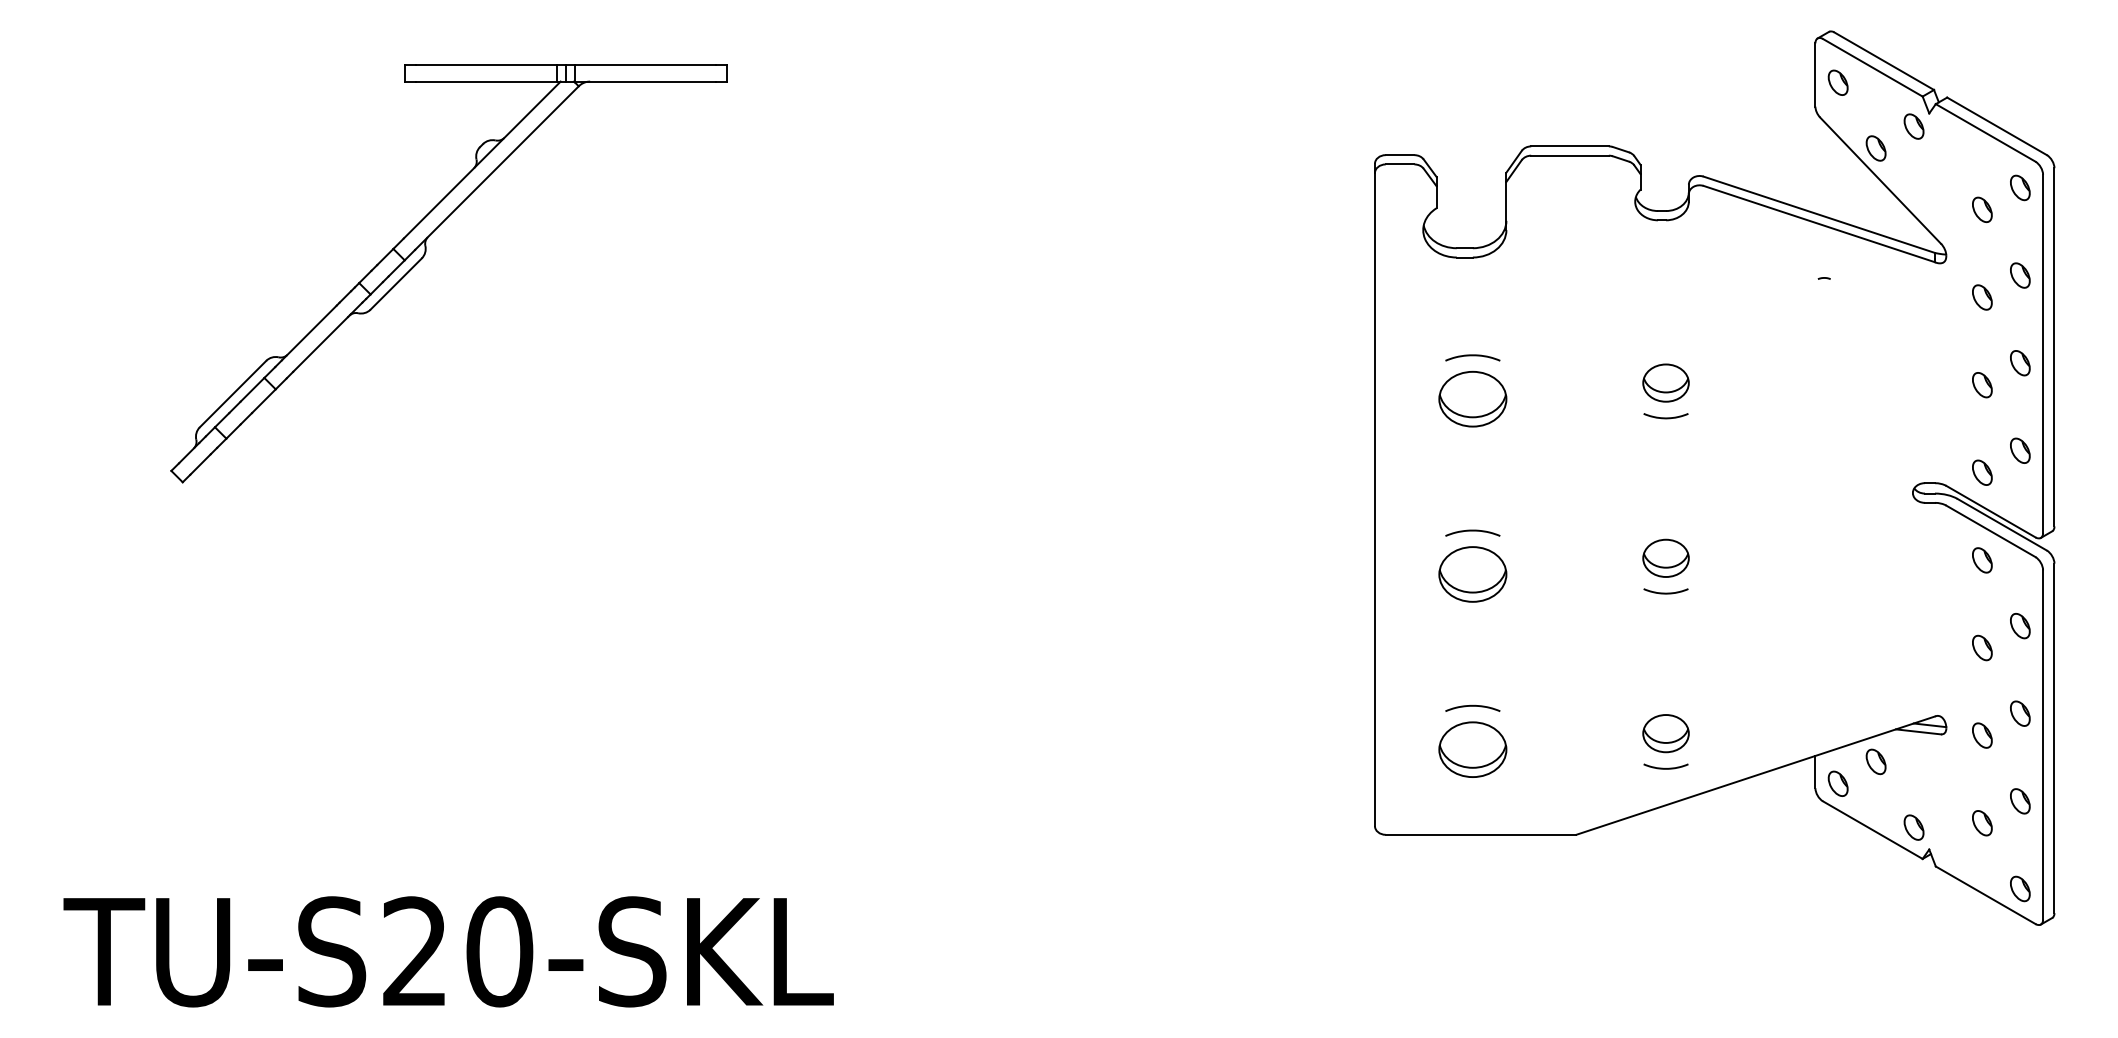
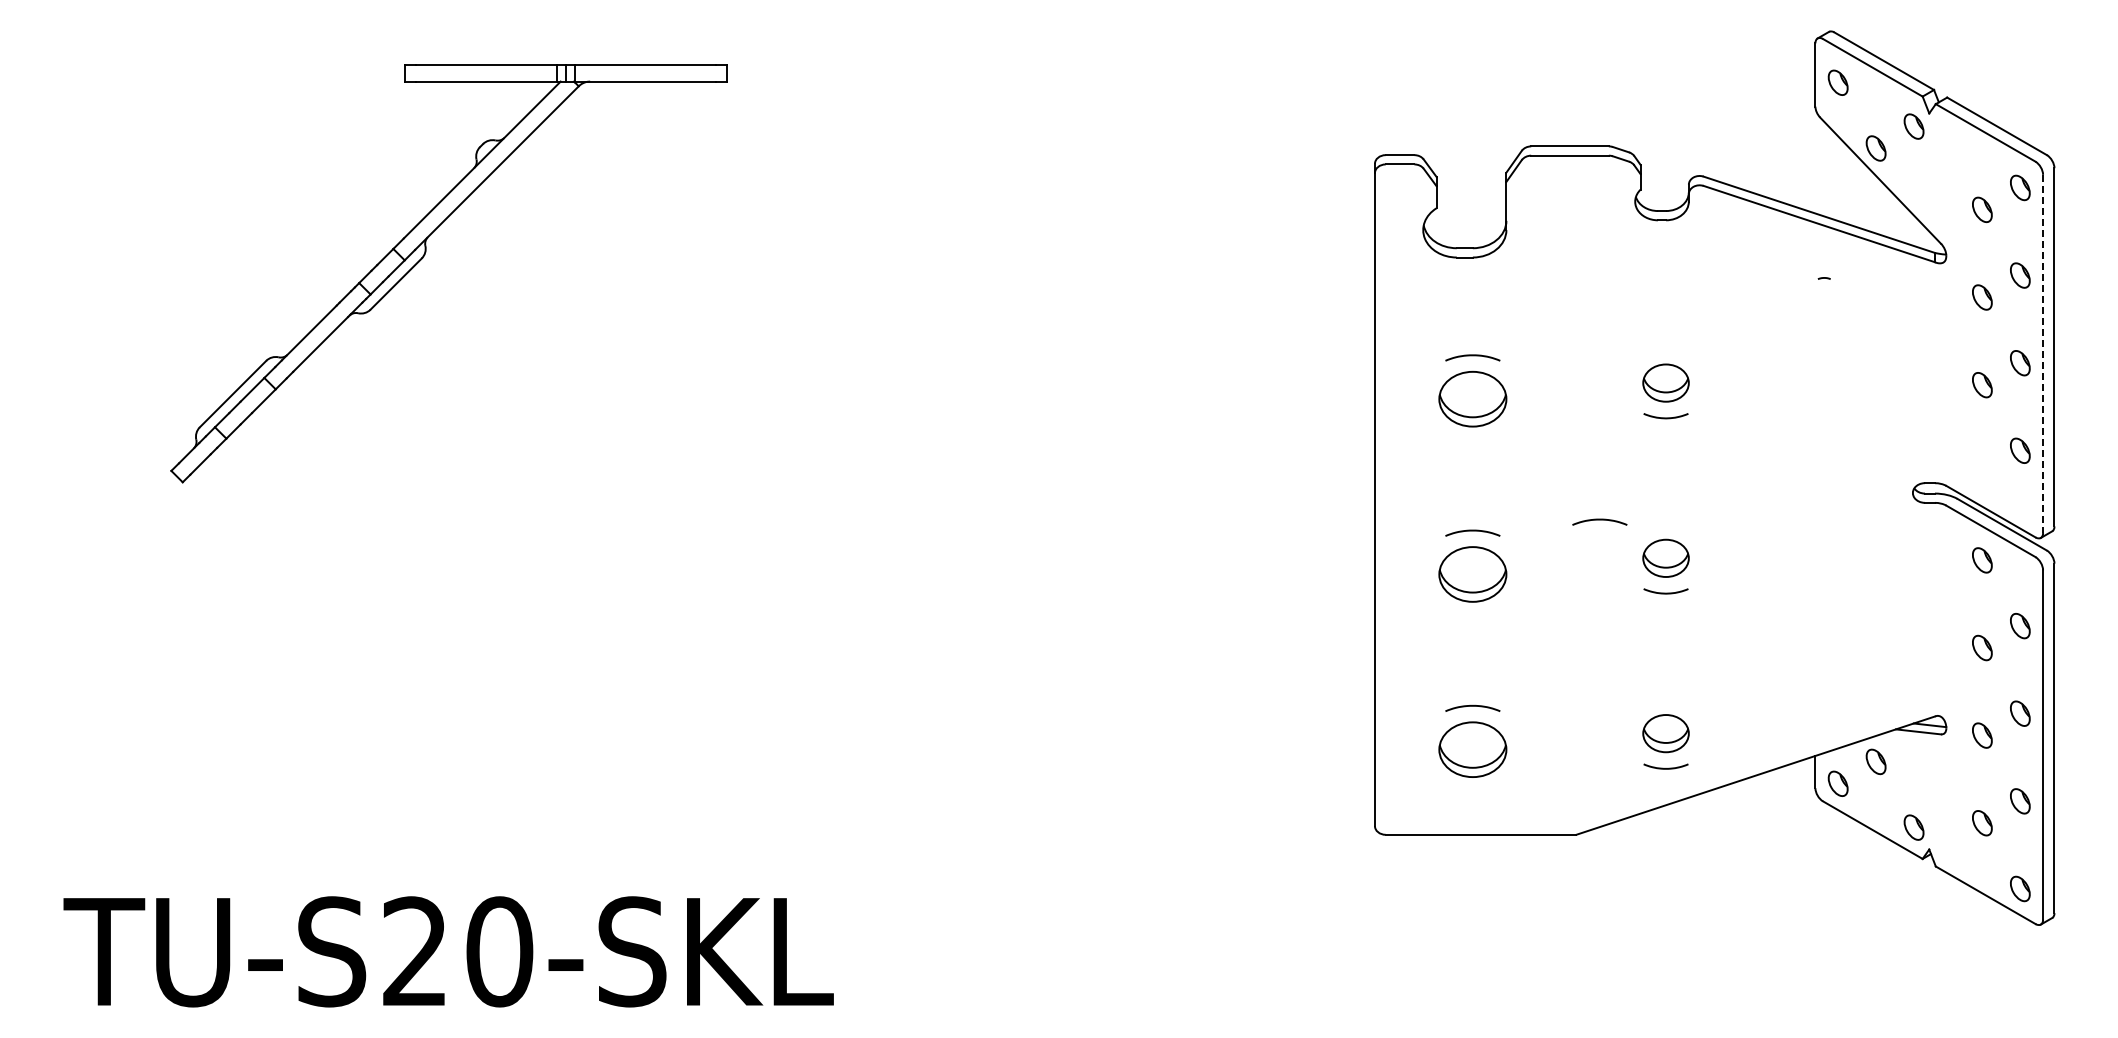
line at (2043, 354): solid -> dashed
part at (1982, 472): present -> none
curve at (1599, 520): none -> present
